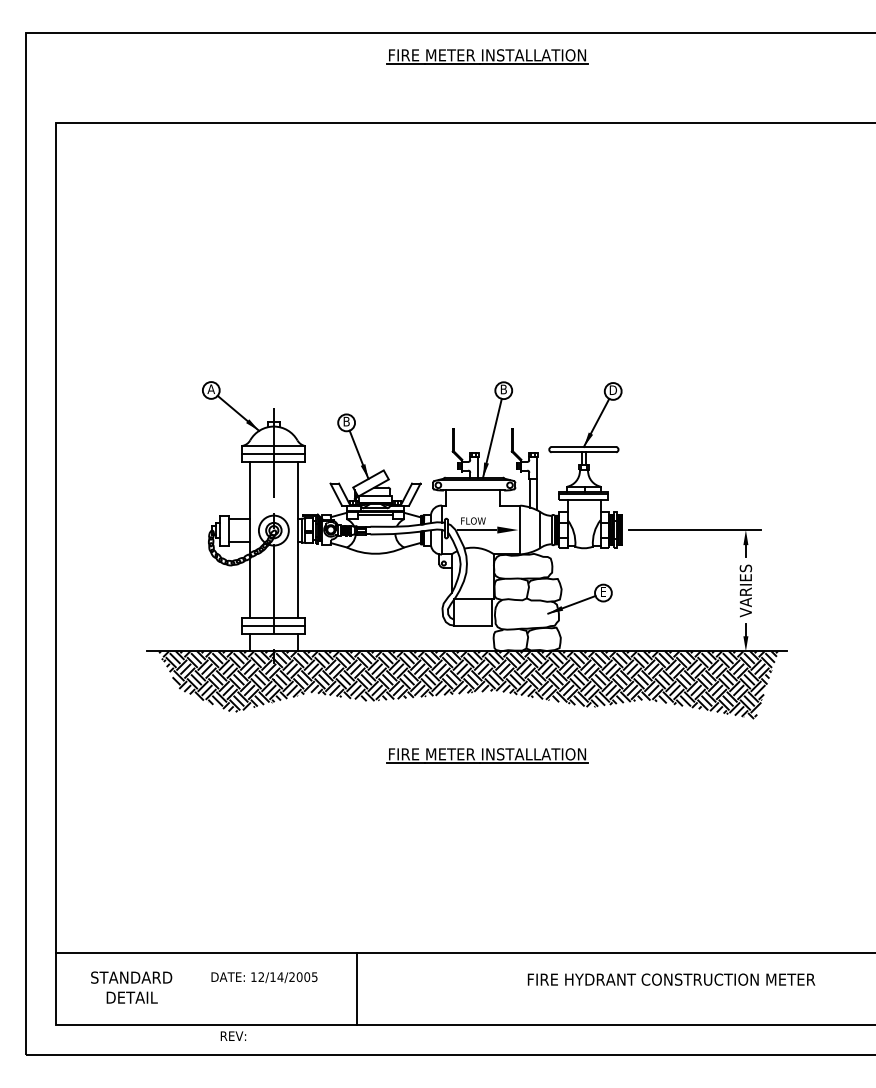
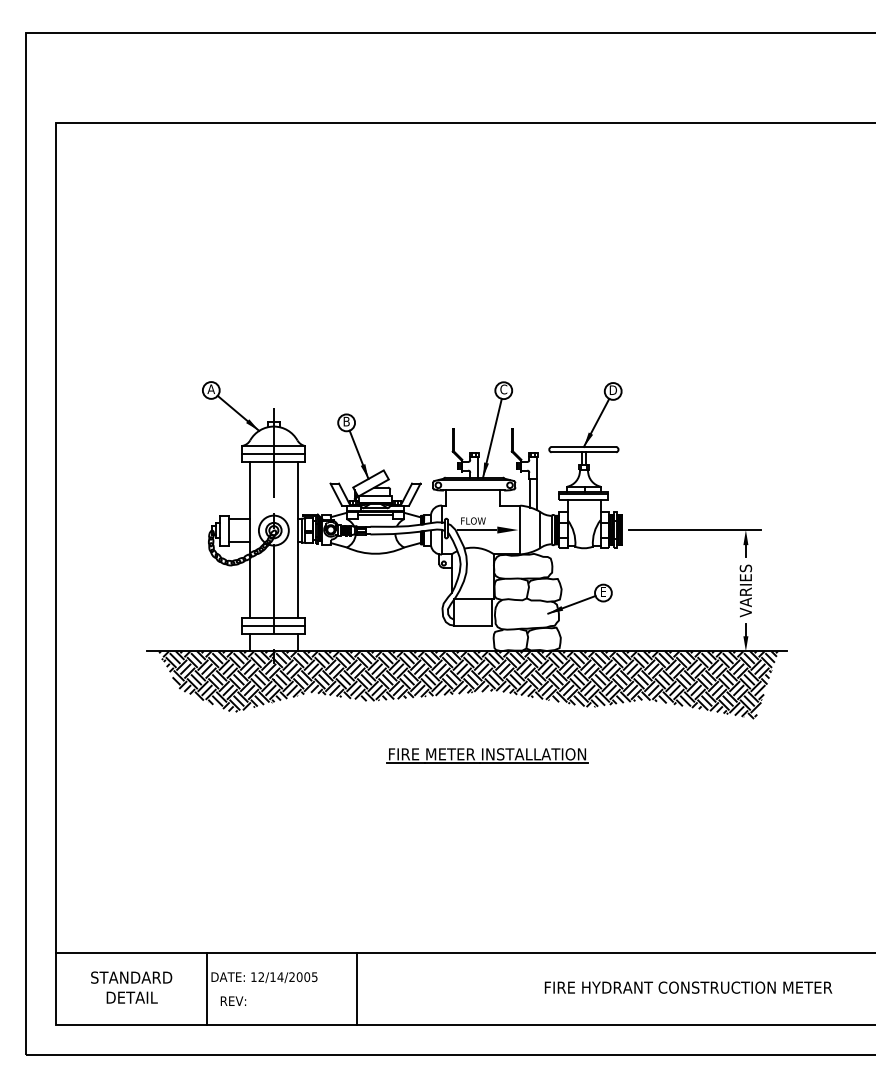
part at (487, 56): present -> none
text at (503, 389): B -> C
text at (671, 979) position: (671, 979) -> (688, 987)
line at (206, 989): none -> present
text at (233, 1035) position: (233, 1035) -> (233, 1000)
